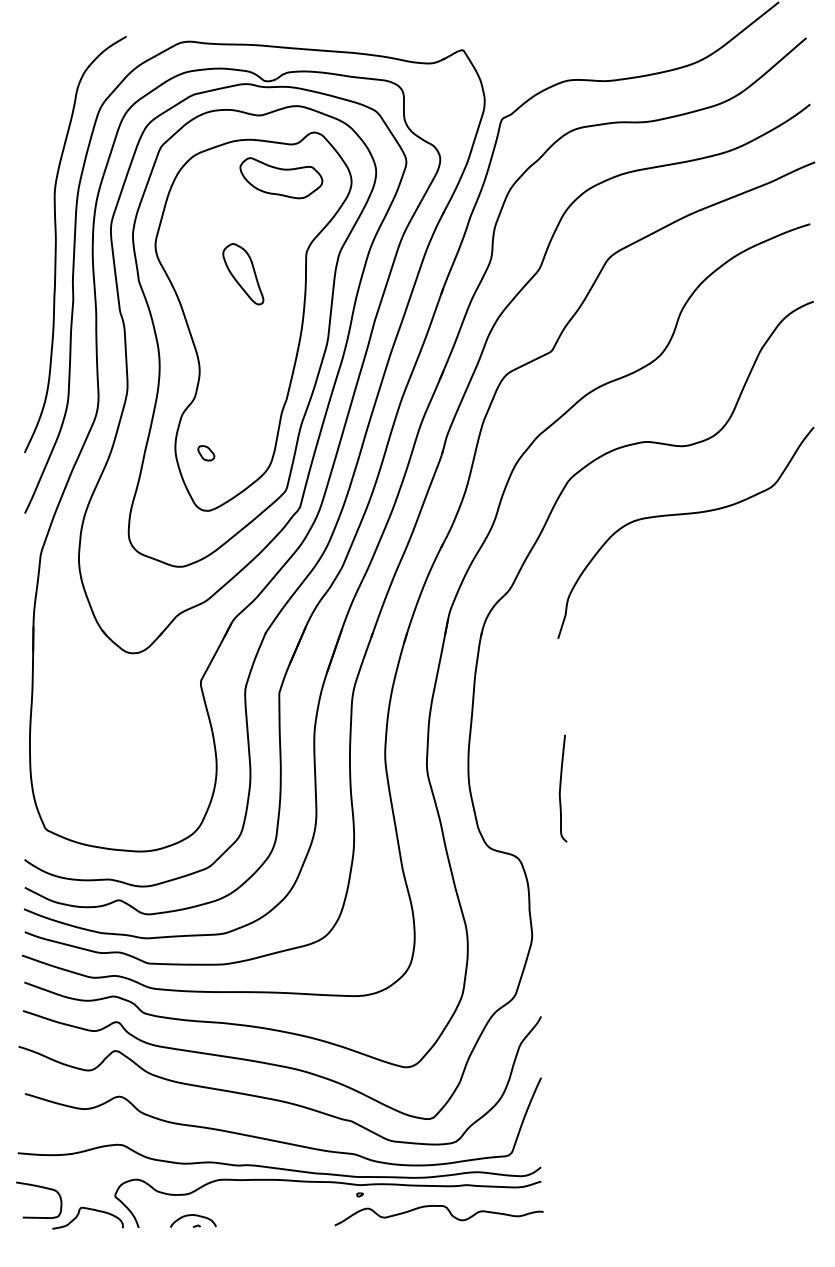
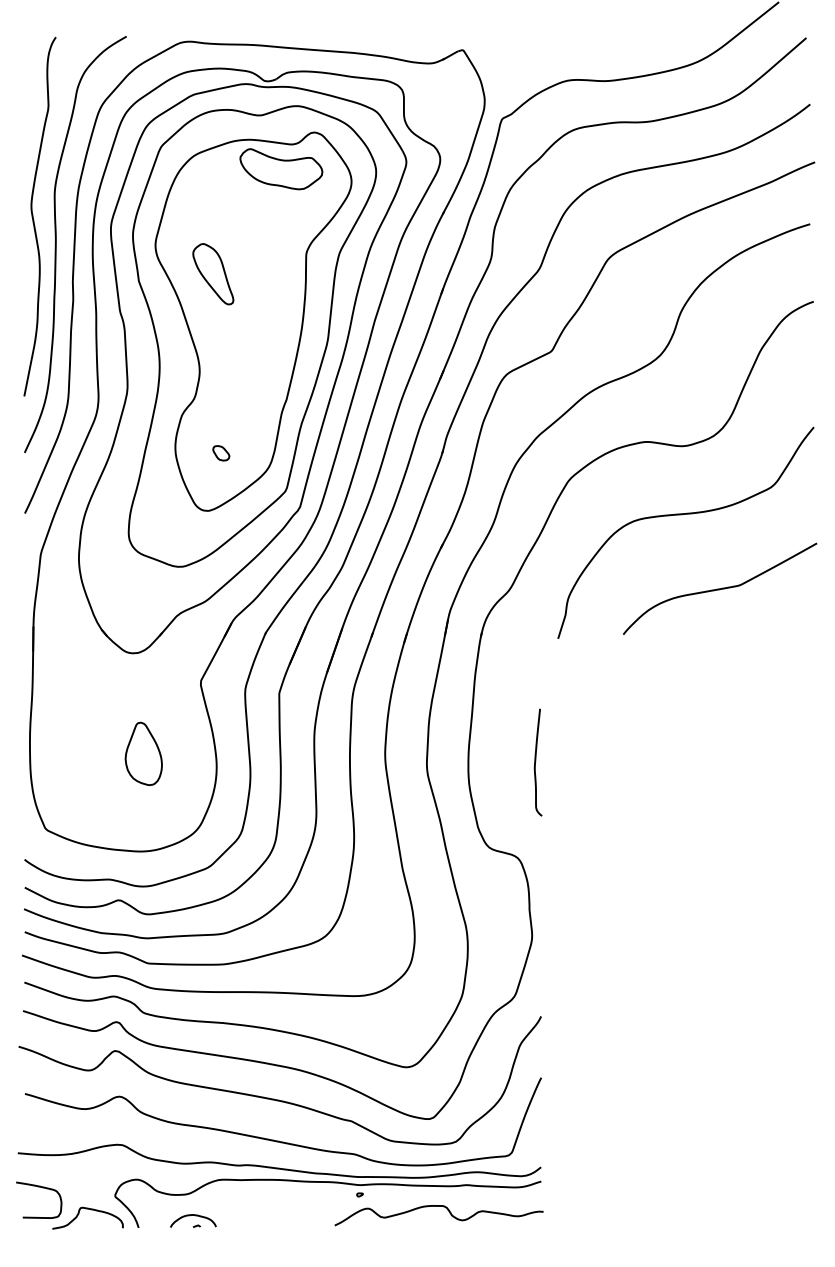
part at (281, 178) position: (281, 178) -> (281, 169)
curve at (33, 216): none -> present
part at (243, 274) position: (243, 274) -> (213, 274)
part at (206, 453) position: (206, 453) -> (221, 453)
curve at (720, 588): none -> present
part at (143, 753): none -> present
curve at (561, 787) position: (561, 787) -> (536, 761)
